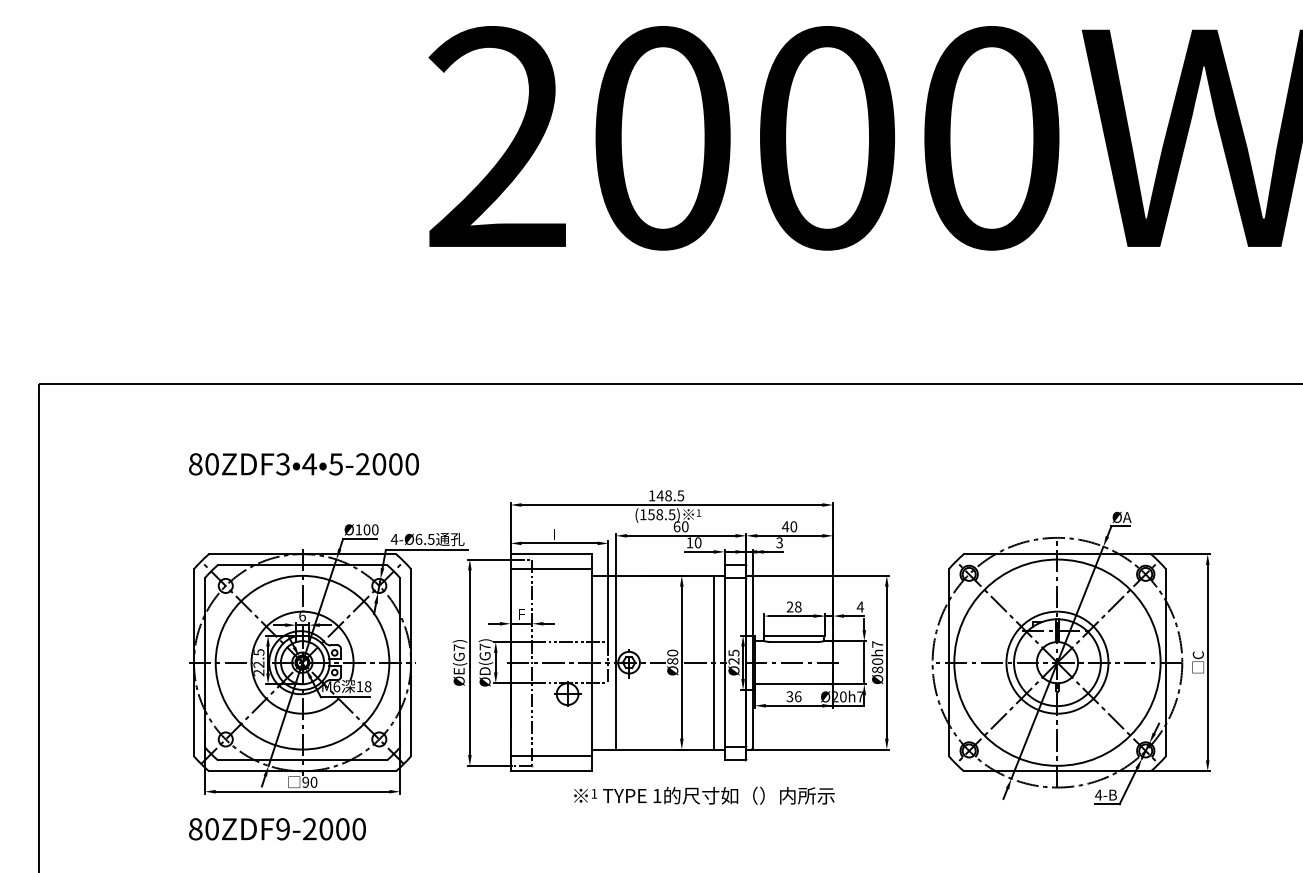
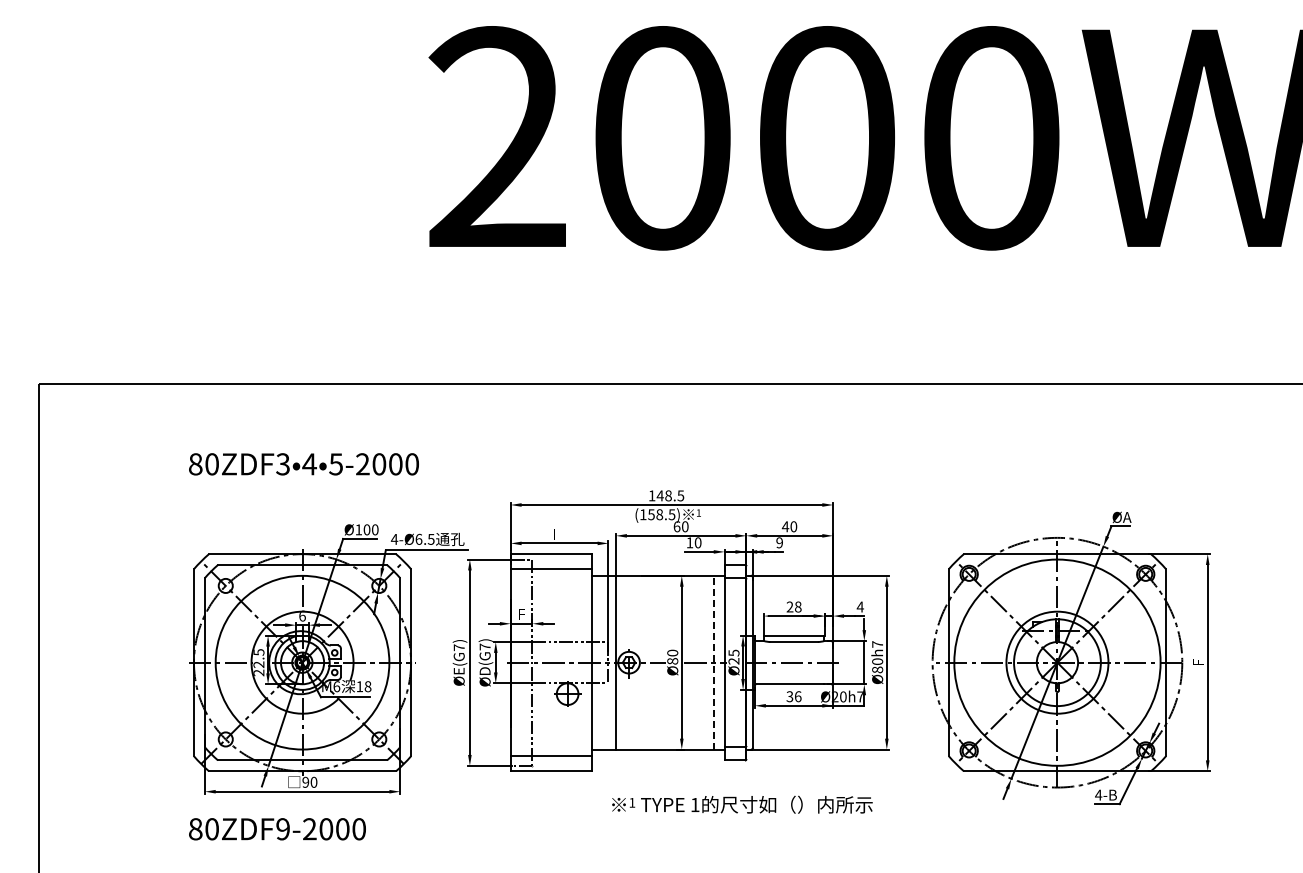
text at (779, 542): 3 -> 9
line at (713, 662): solid -> dashed
text at (1198, 662): □C -> F
text at (704, 795) position: (704, 795) -> (742, 804)
